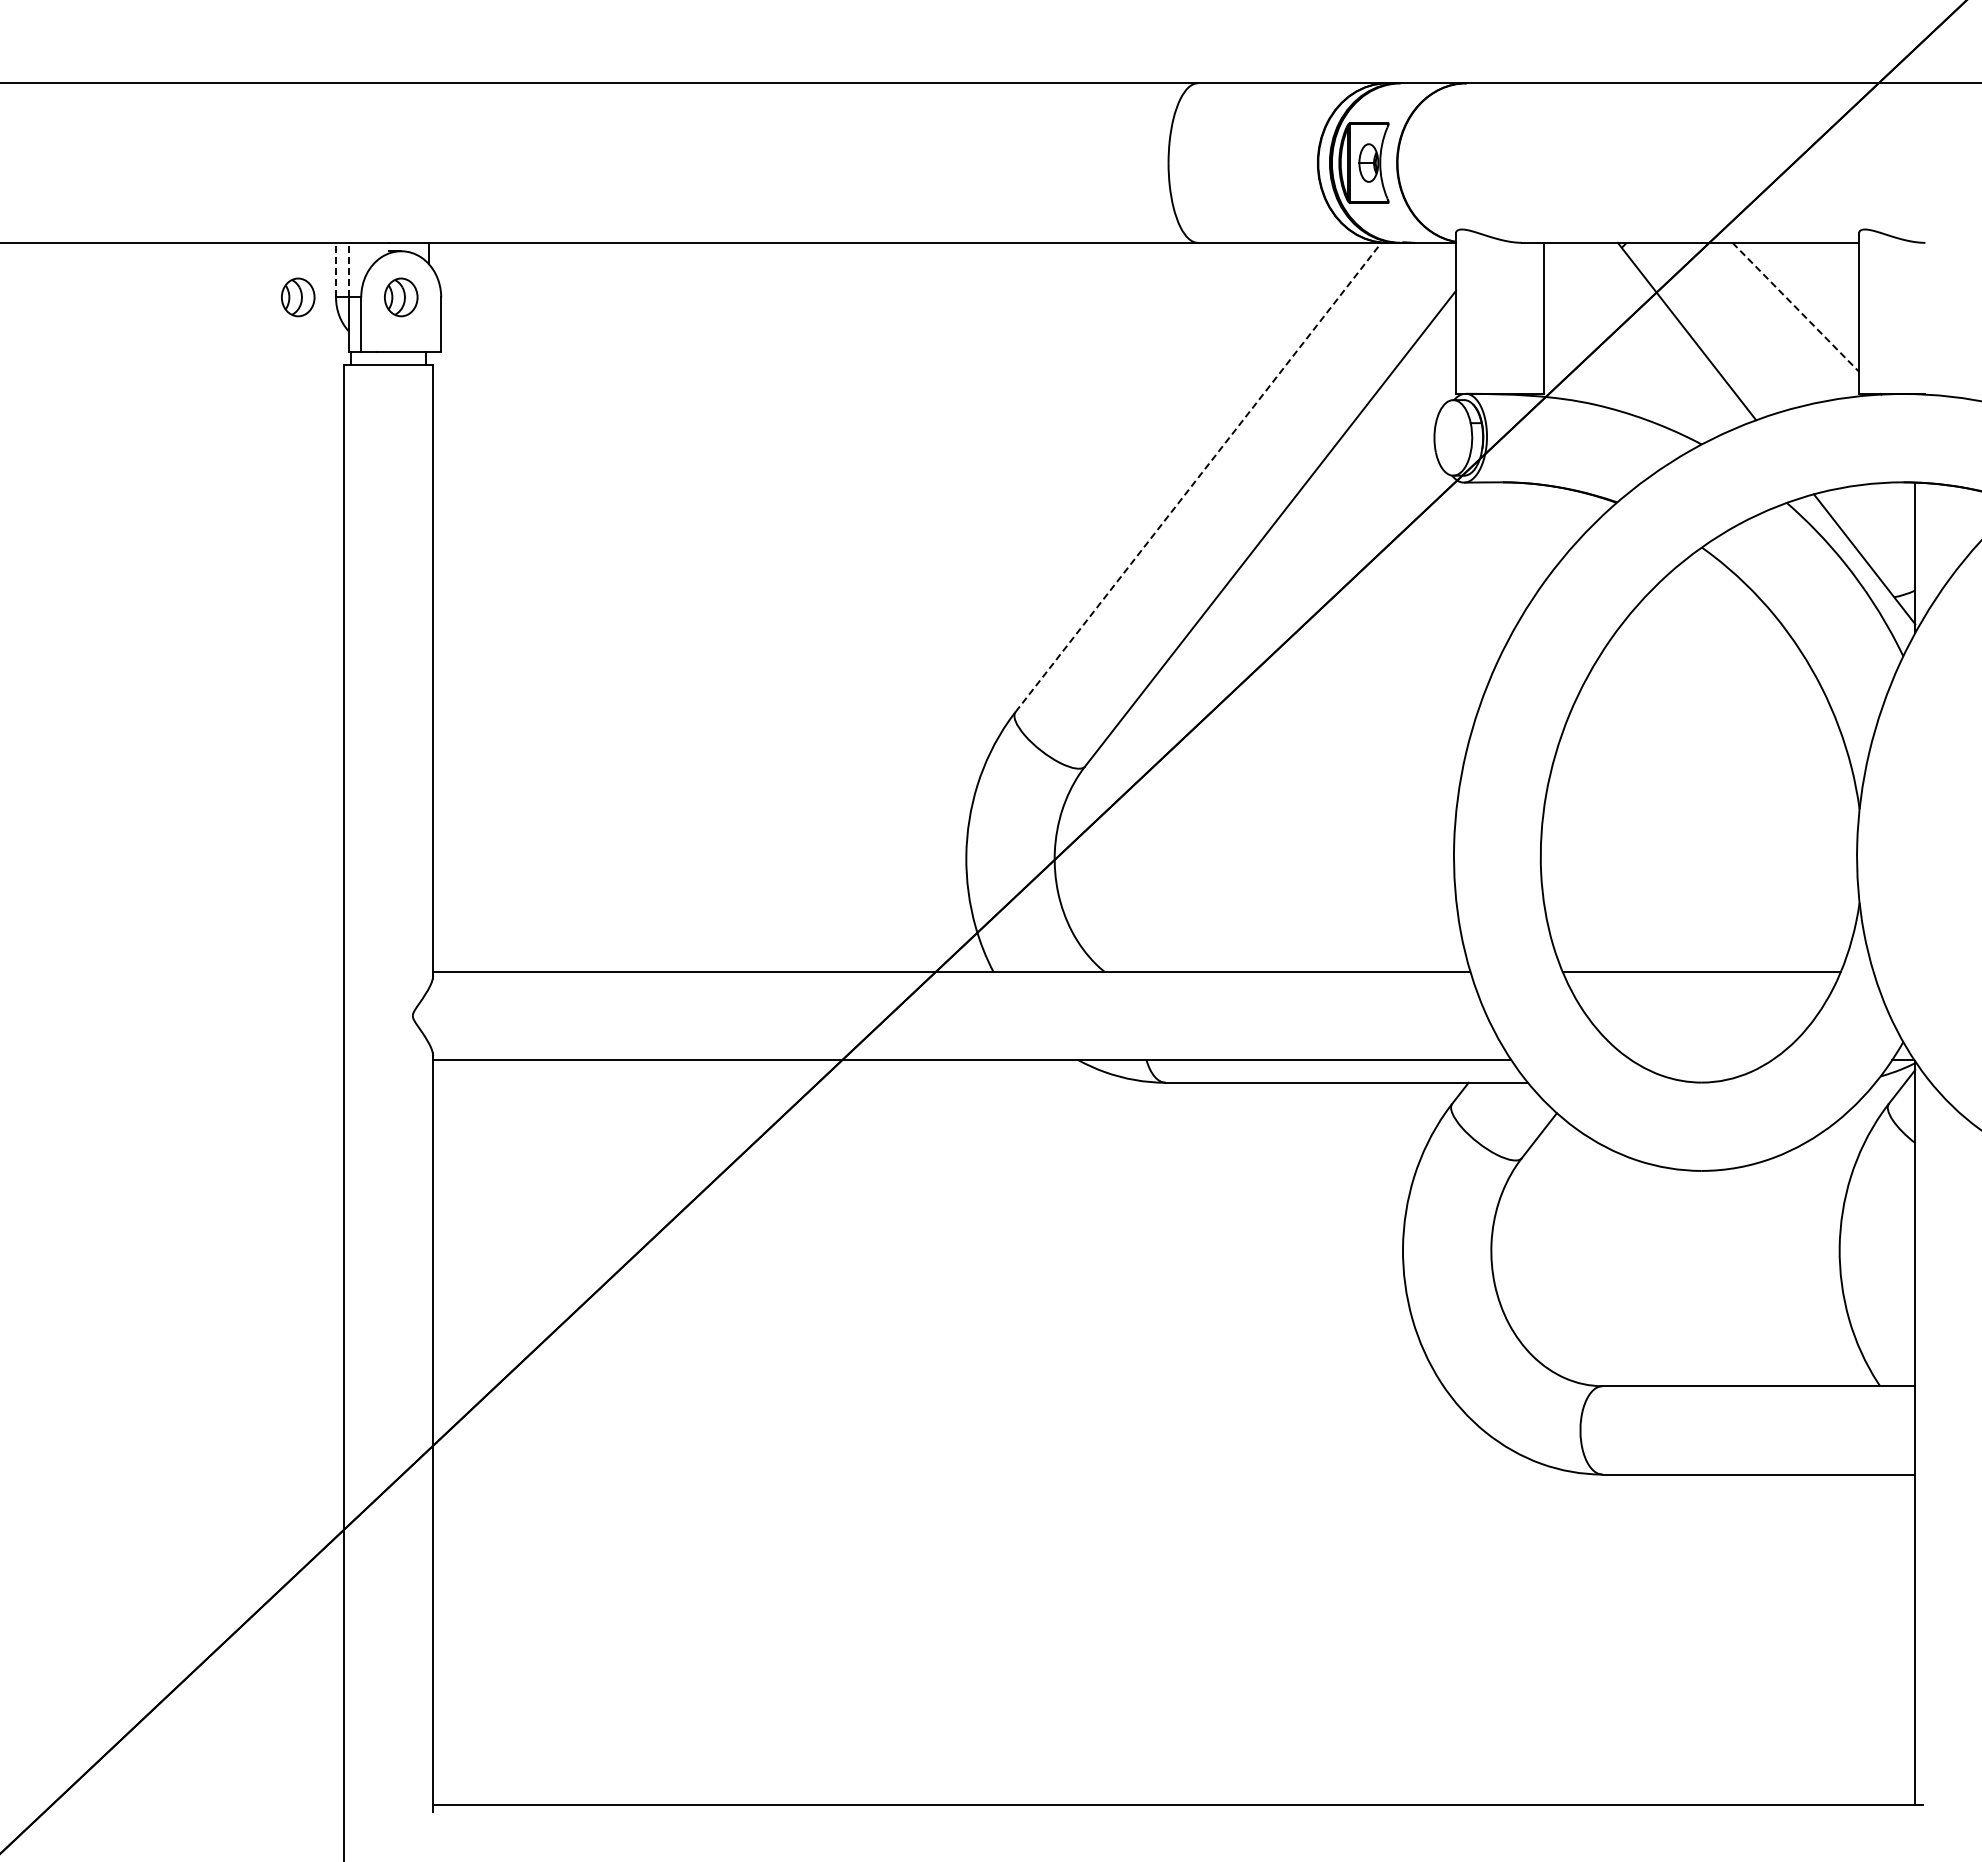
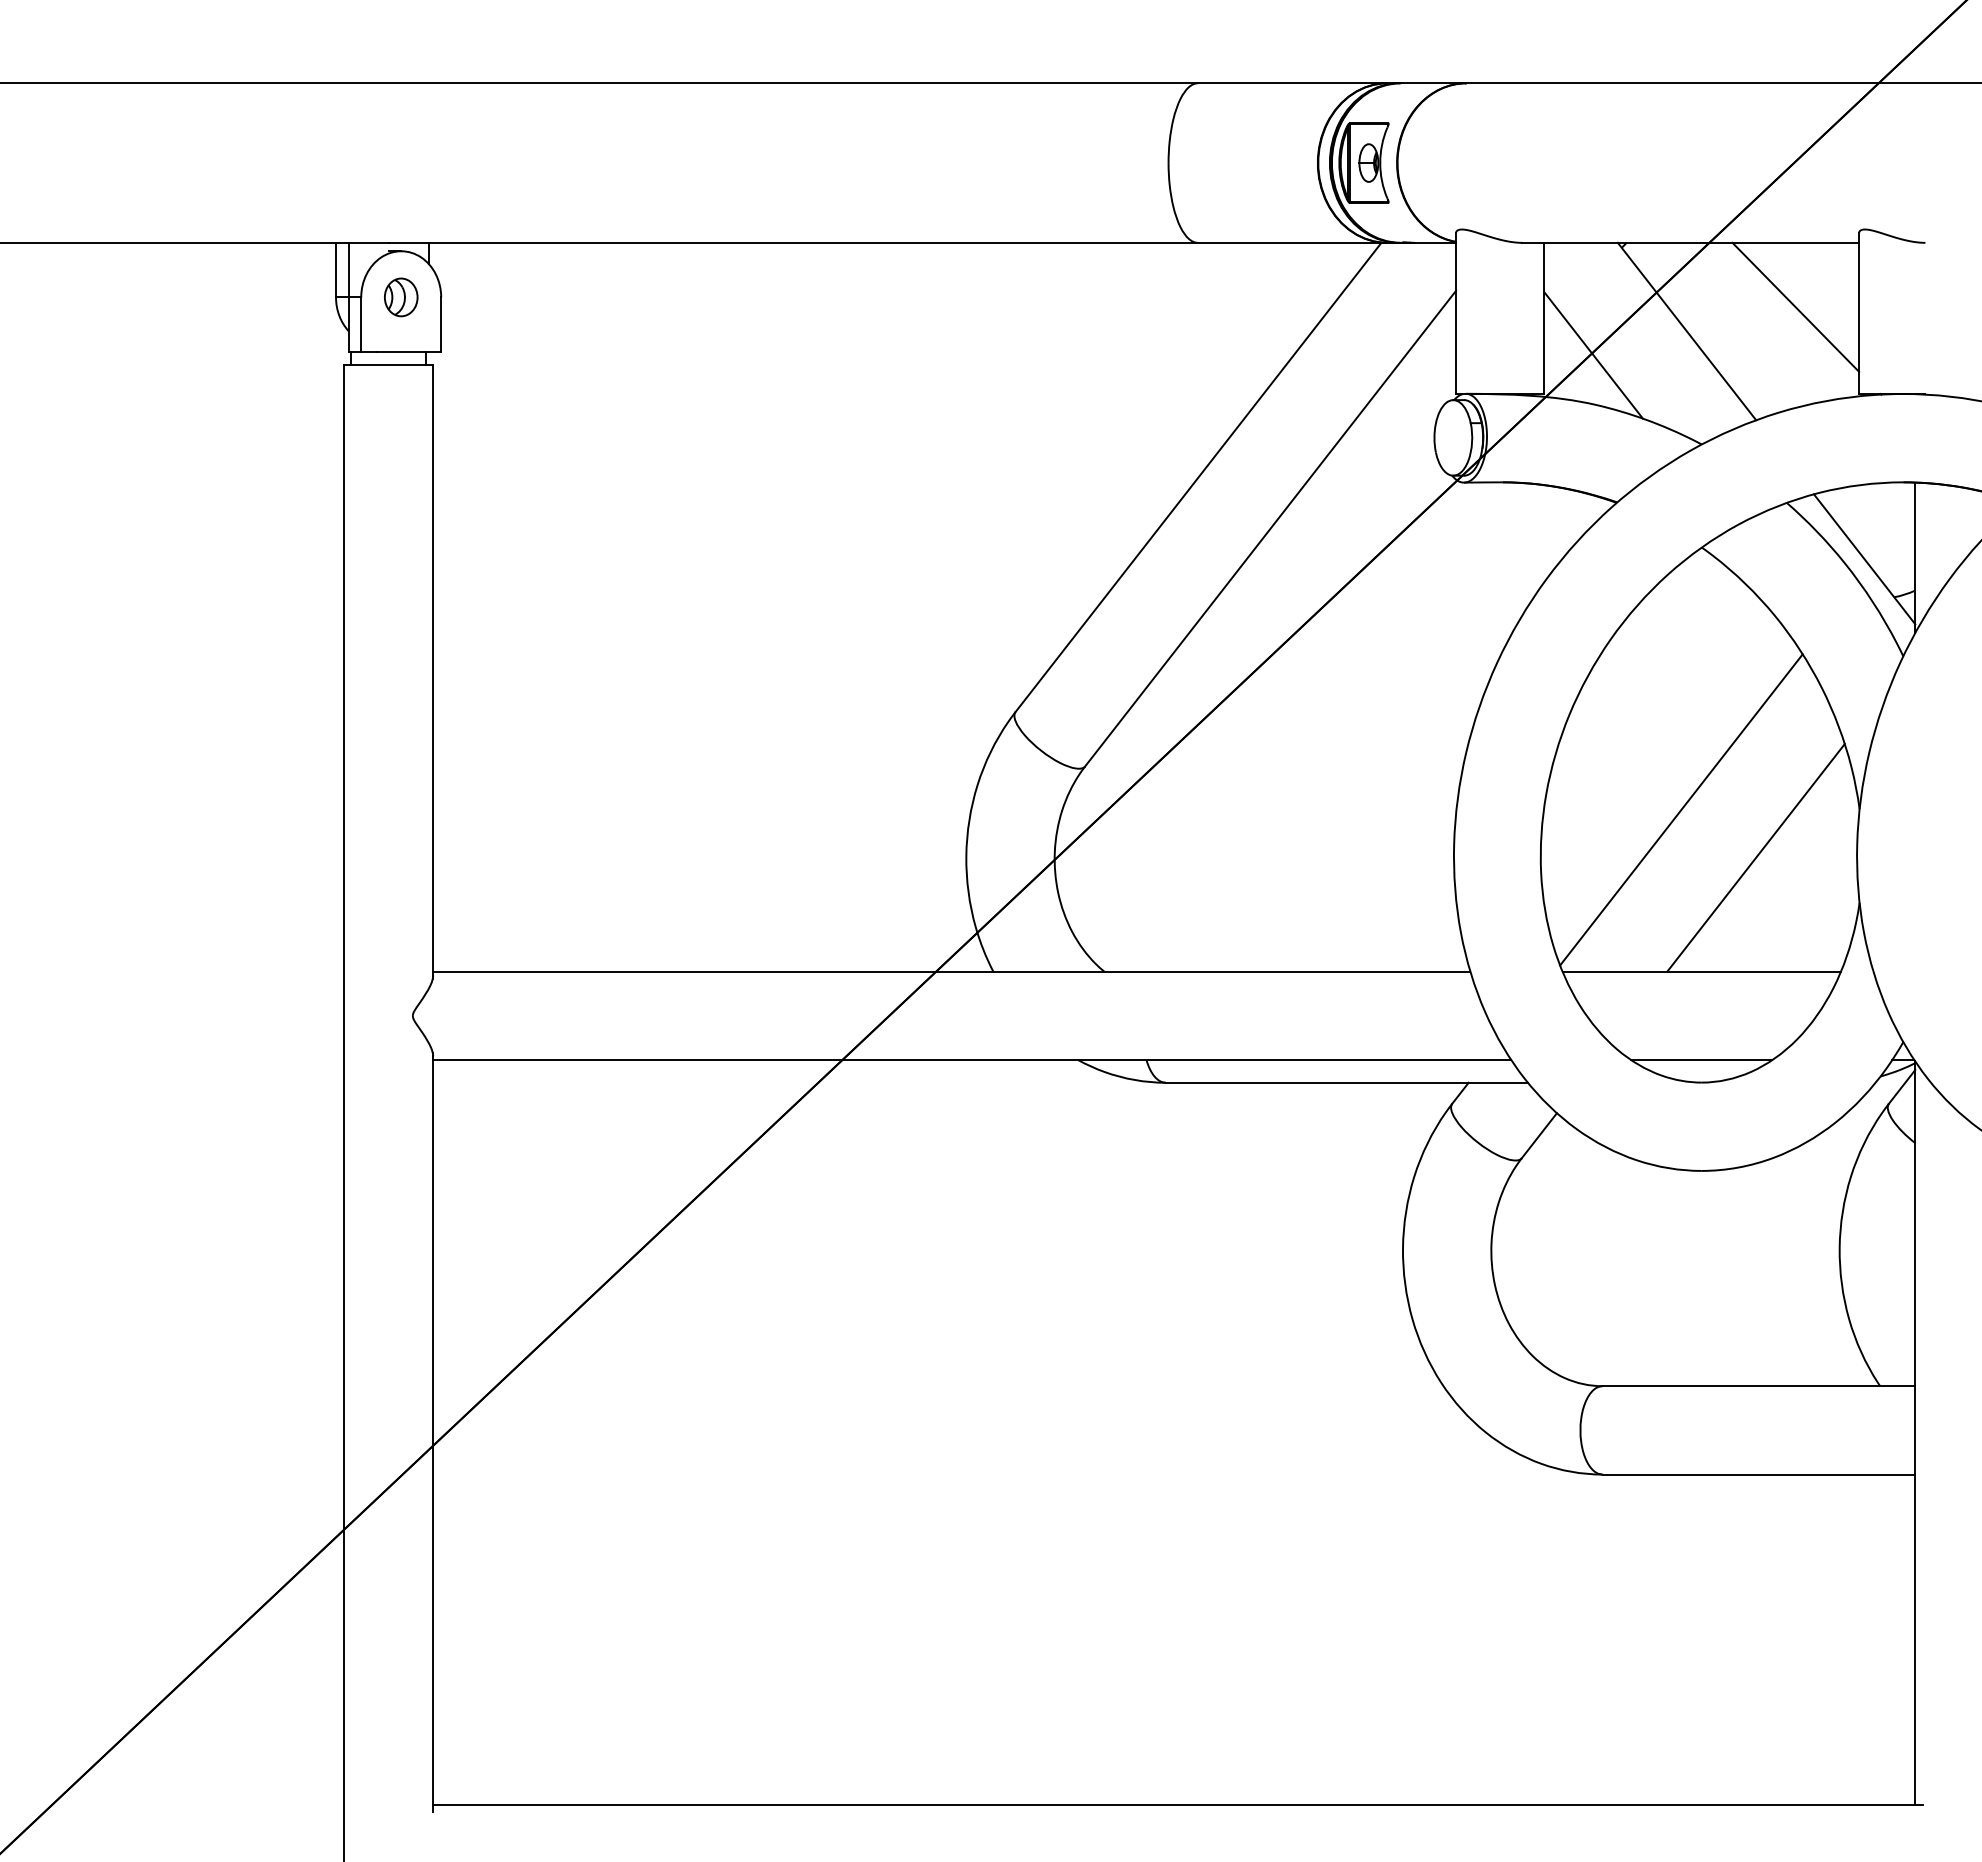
line at (336, 269): dashed -> solid
line at (348, 269): dashed -> solid
part at (298, 297): present -> none
line at (1796, 307): dashed -> solid
line at (1593, 355): none -> present
line at (1198, 477): dashed -> solid
line at (1681, 809): none -> present
line at (1755, 857): none -> present
line at (1701, 1060): none -> present
